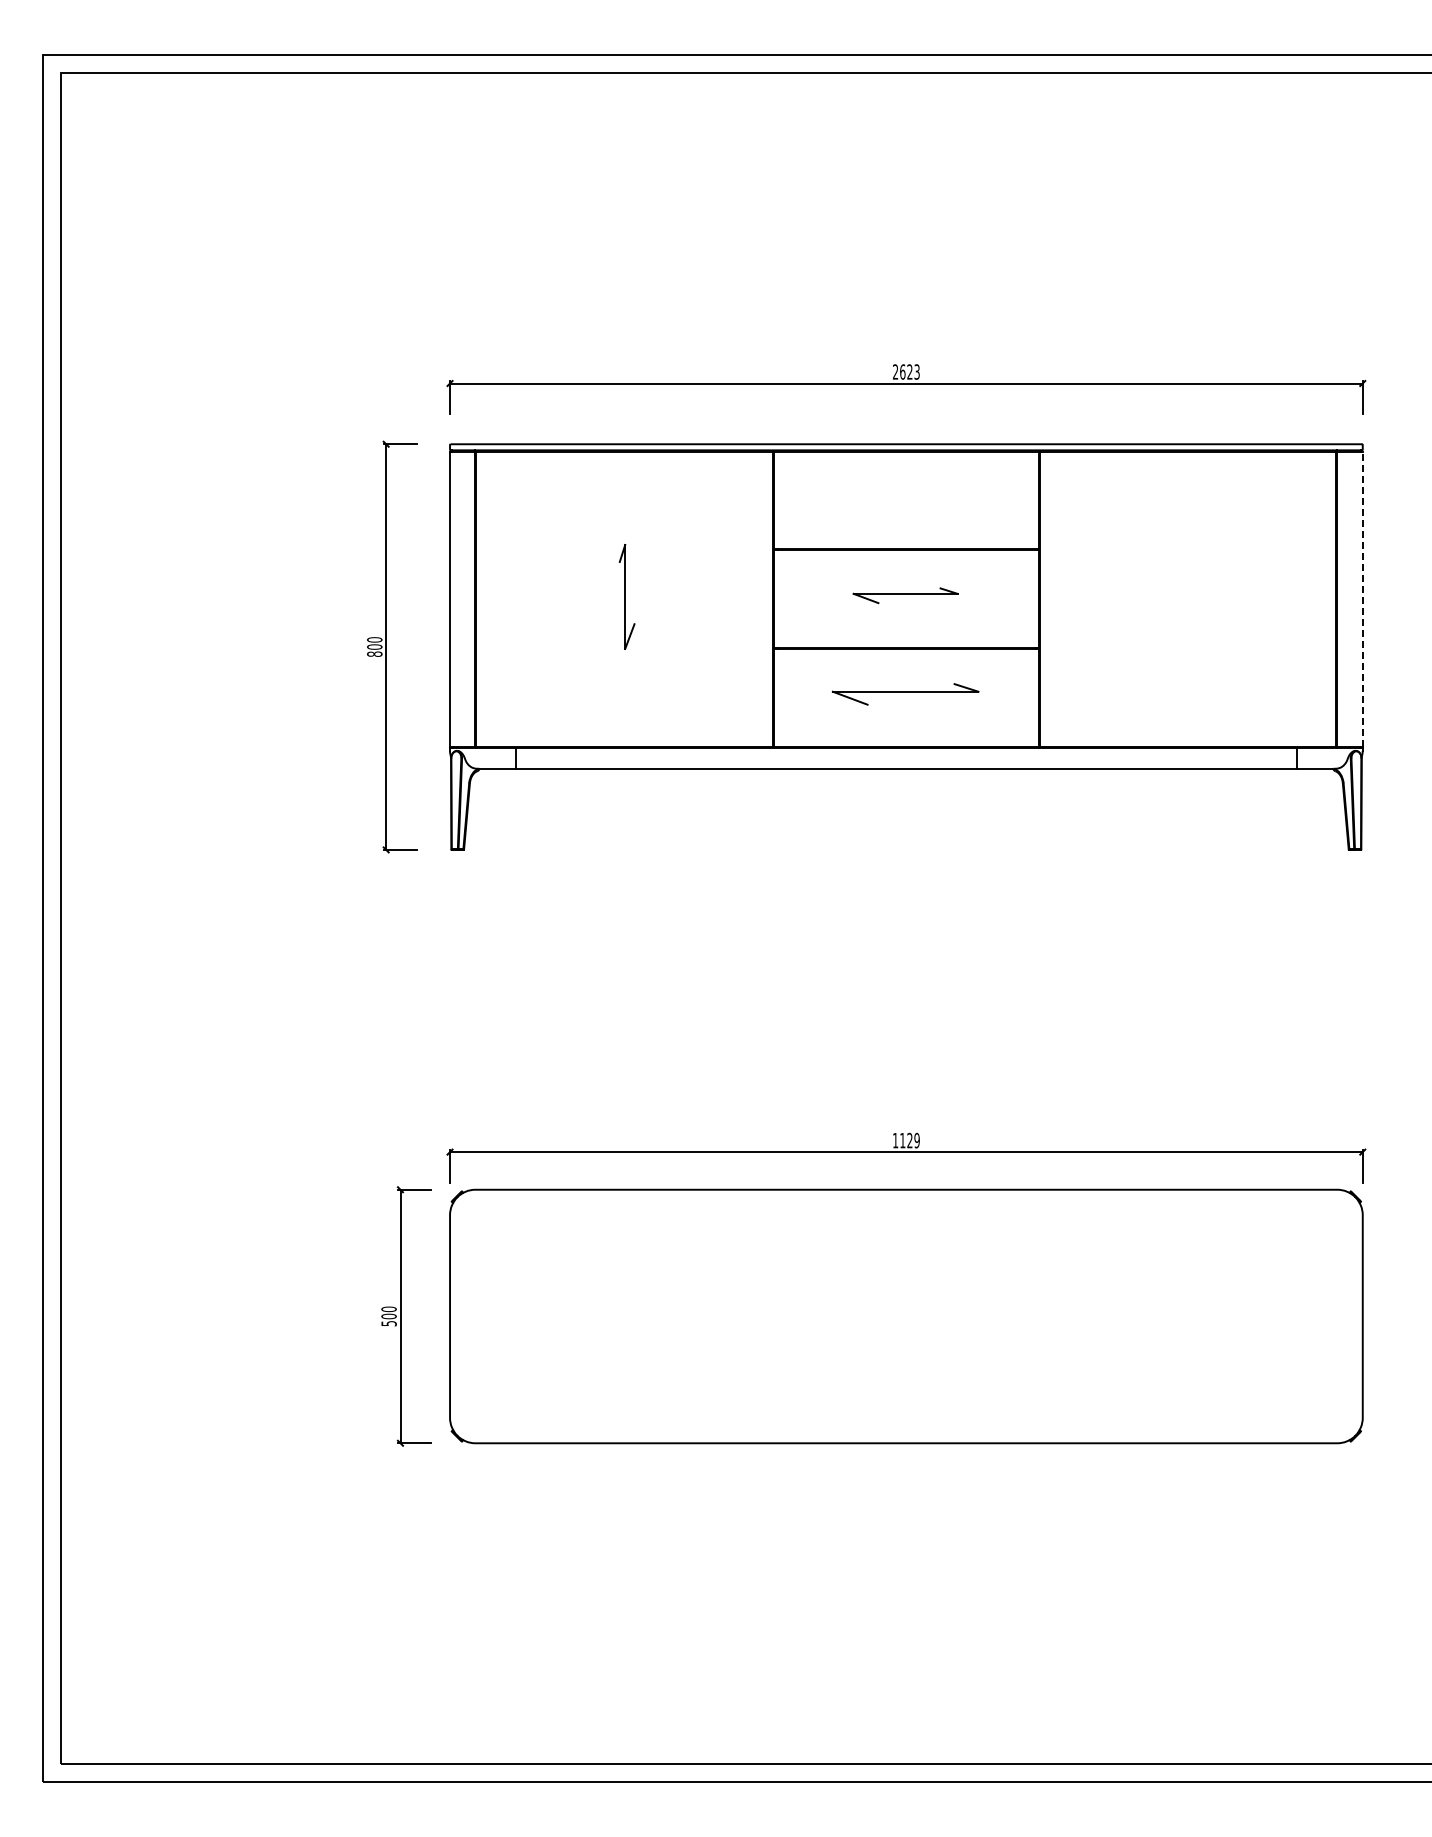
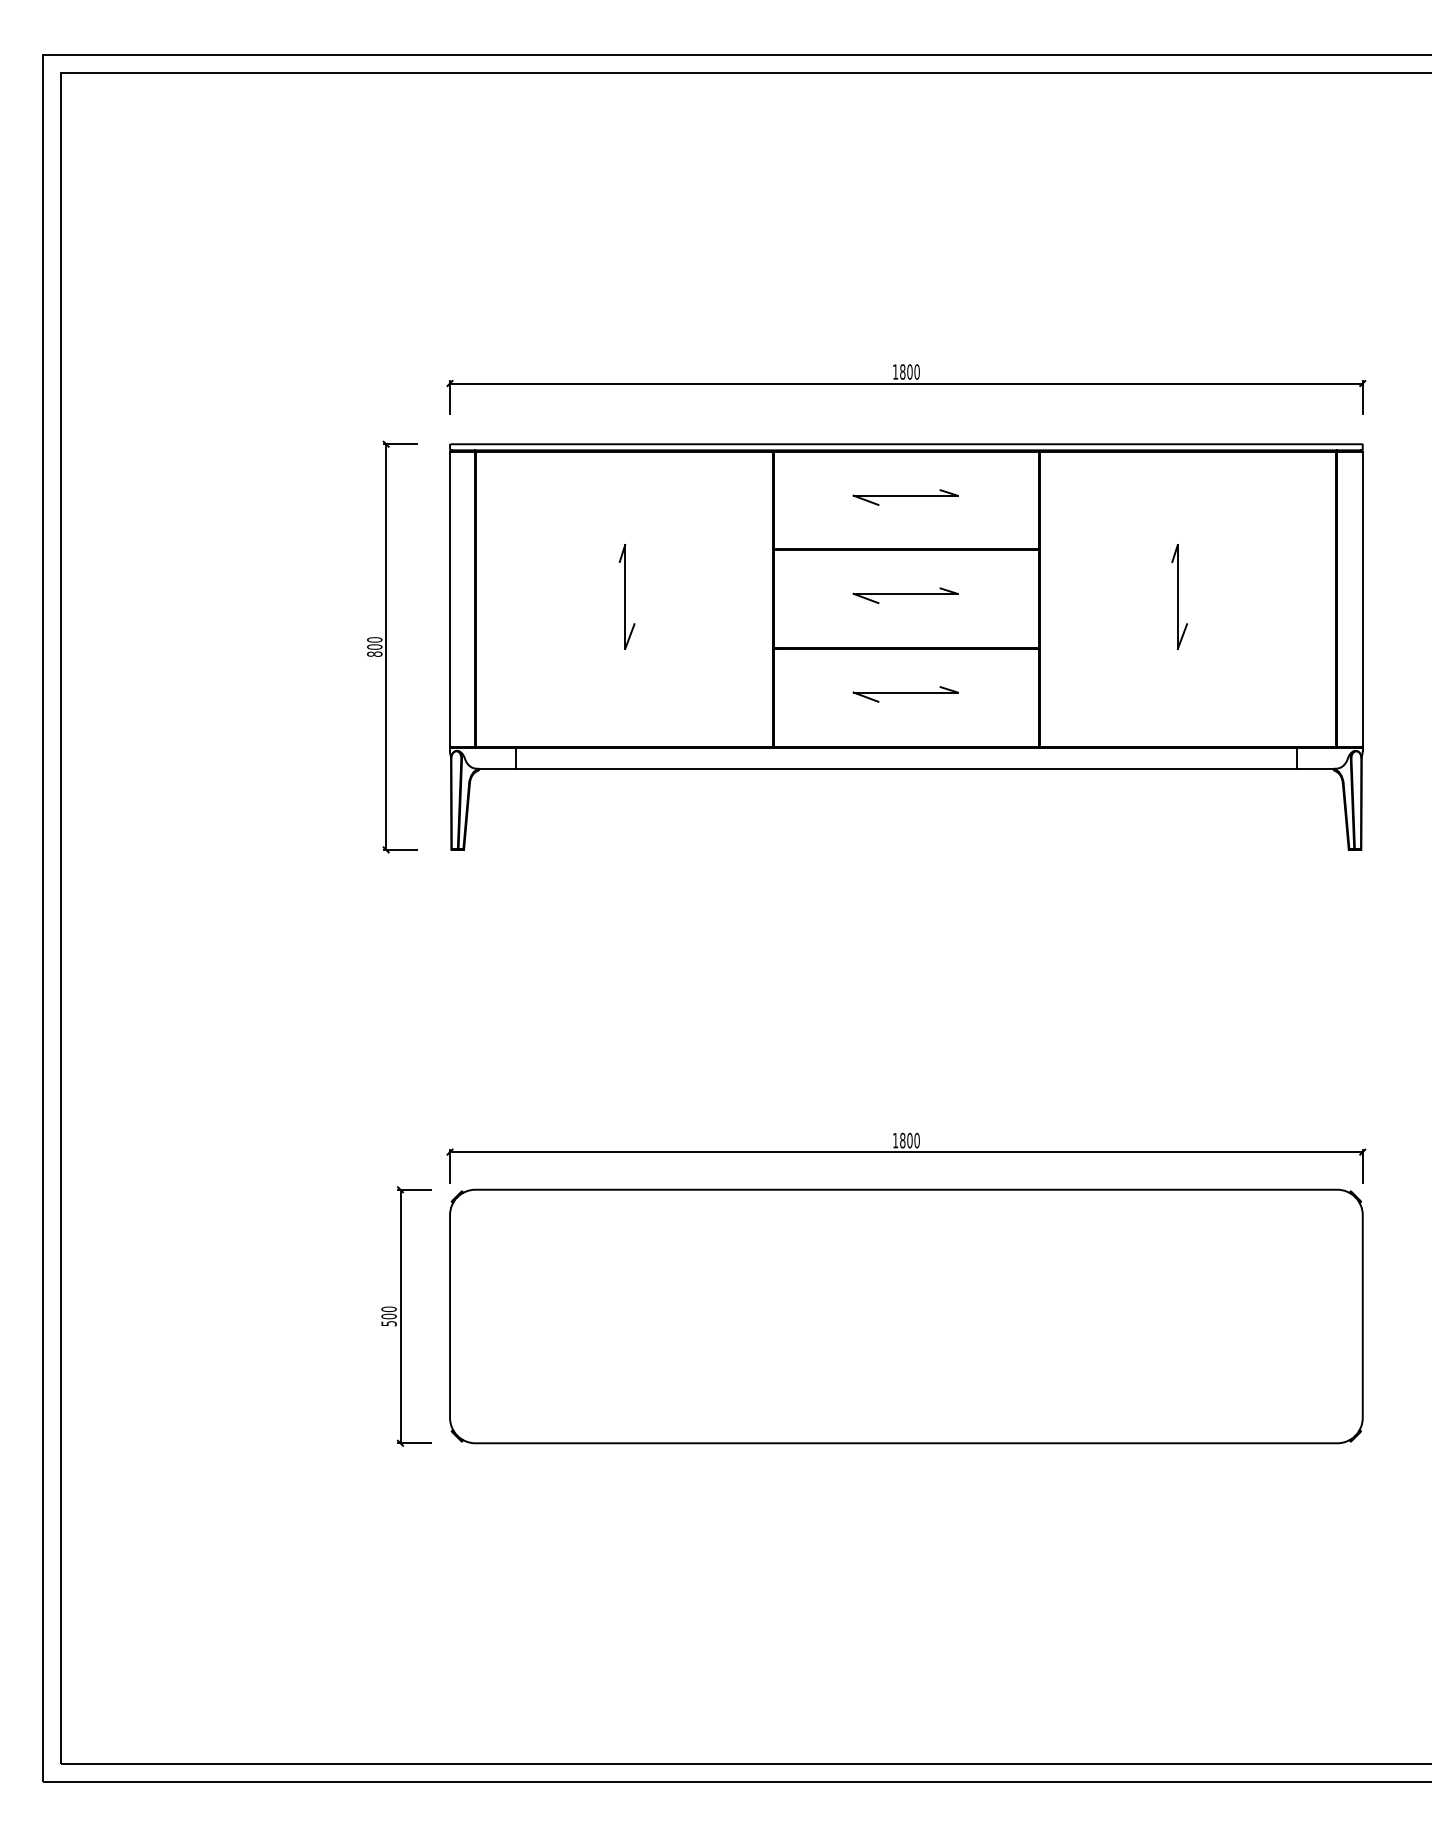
text at (906, 371): 2623 -> 1800
part at (905, 497): none -> present
part at (1179, 596): none -> present
line at (1362, 599): dashed -> solid
part at (905, 694) size: 148x23 px -> 107x17 px
text at (909, 1140): 1129 -> 1800
